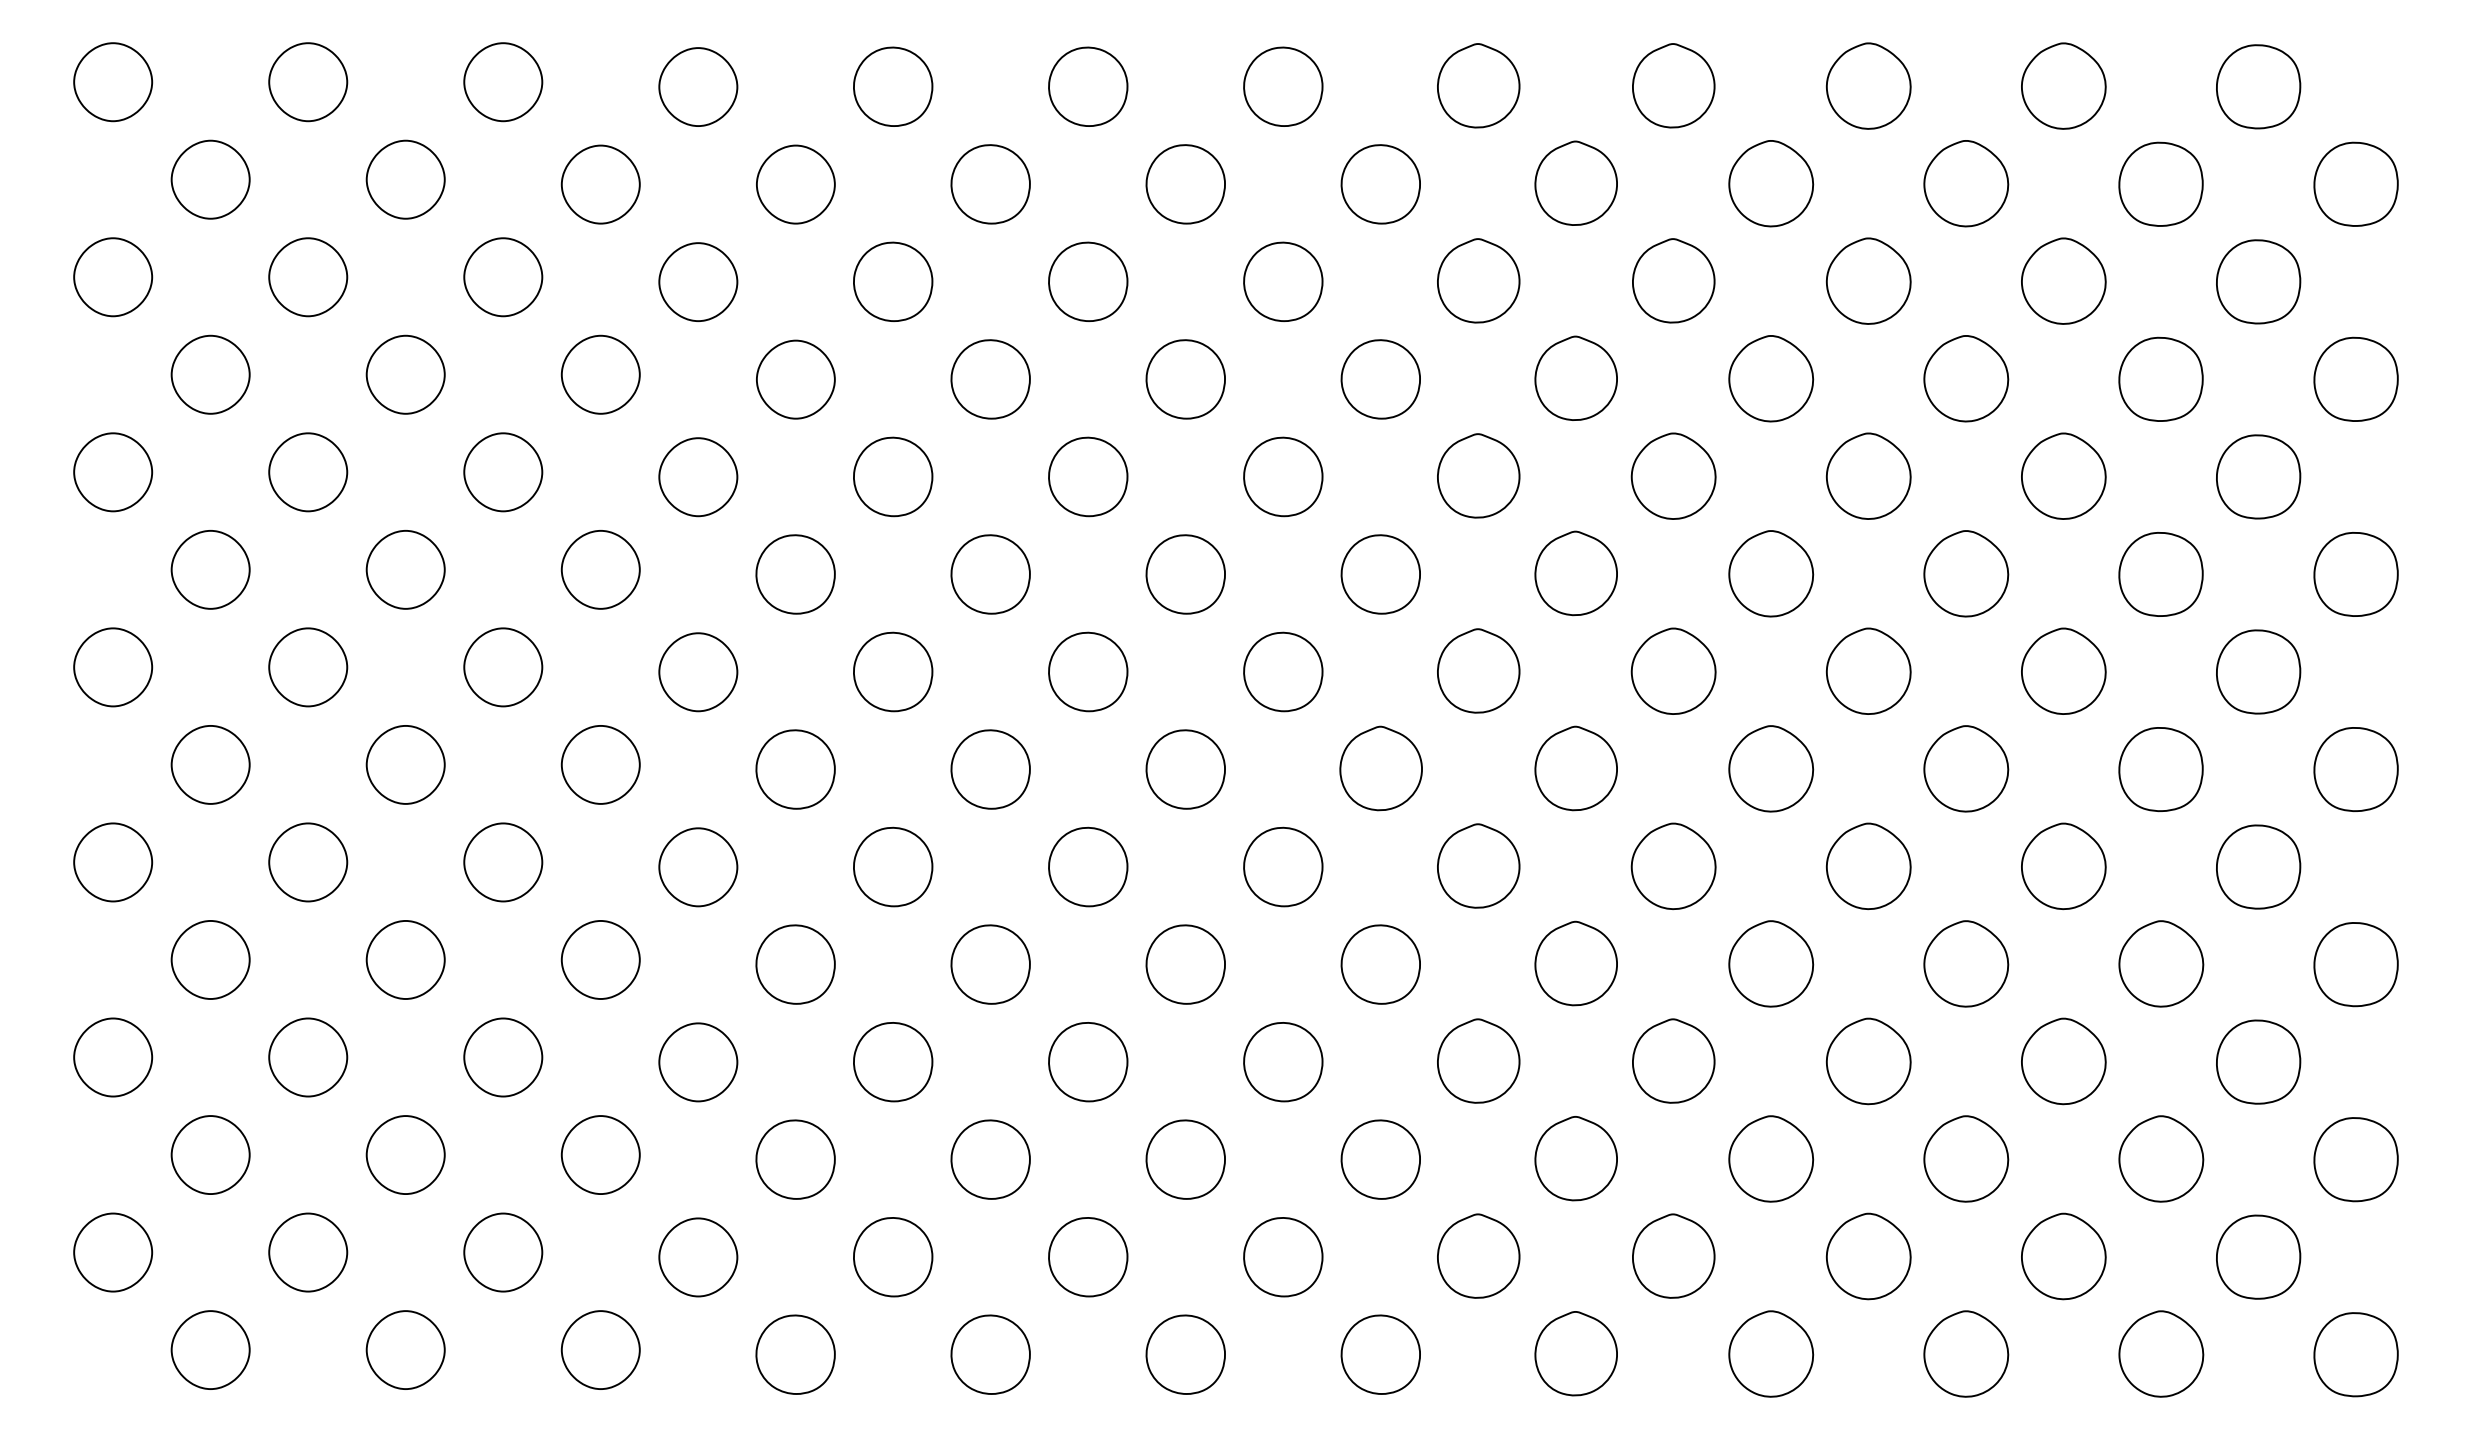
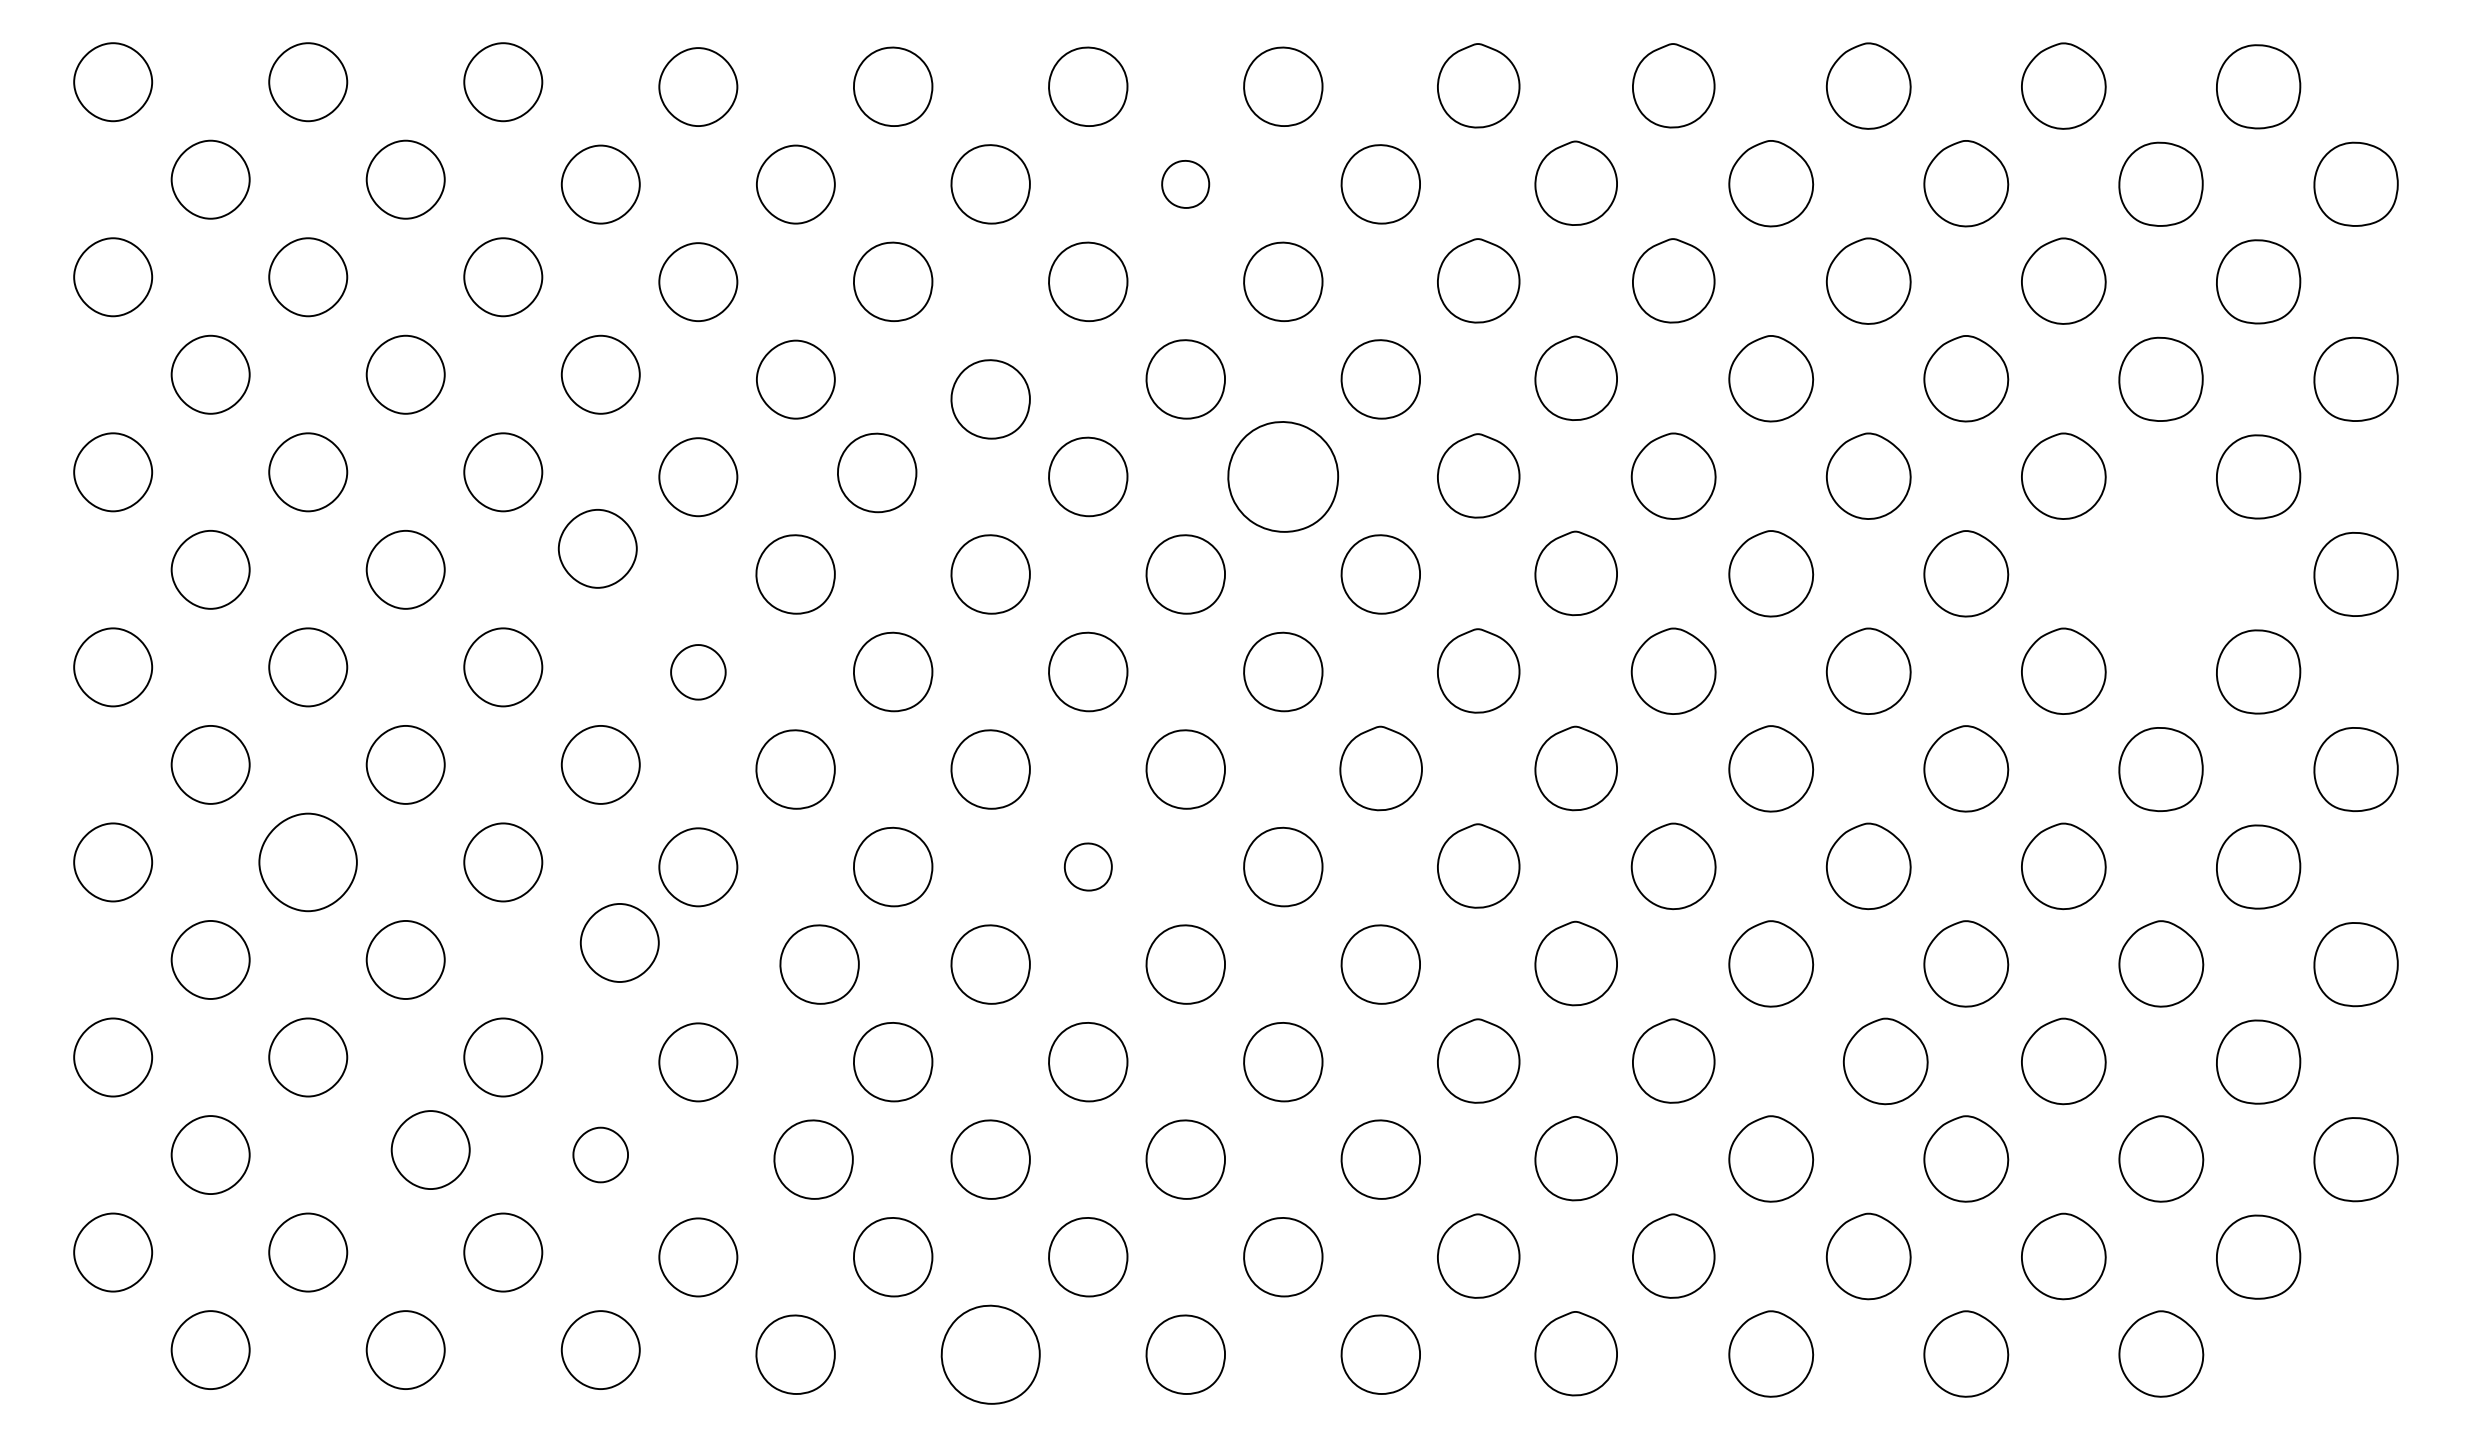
part at (1185, 184) size: 81x81 px -> 50x49 px
part at (990, 379) position: (990, 379) -> (990, 399)
part at (893, 476) position: (893, 476) -> (877, 472)
part at (1283, 476) size: 81x82 px -> 113x112 px
part at (600, 569) position: (600, 569) -> (597, 548)
part at (2160, 574): present -> none
part at (698, 672) size: 81x81 px -> 57x57 px
part at (308, 862) size: 81x81 px -> 100x101 px
part at (1088, 866) size: 81x82 px -> 50x50 px
part at (600, 959) position: (600, 959) -> (619, 942)
part at (795, 964) position: (795, 964) -> (819, 964)
part at (1868, 1061) position: (1868, 1061) -> (1885, 1061)
part at (405, 1154) position: (405, 1154) -> (430, 1149)
part at (600, 1154) size: 81x80 px -> 57x58 px
part at (795, 1159) position: (795, 1159) -> (813, 1159)
part at (990, 1354) size: 81x81 px -> 101x101 px
part at (2355, 1354): present -> none
